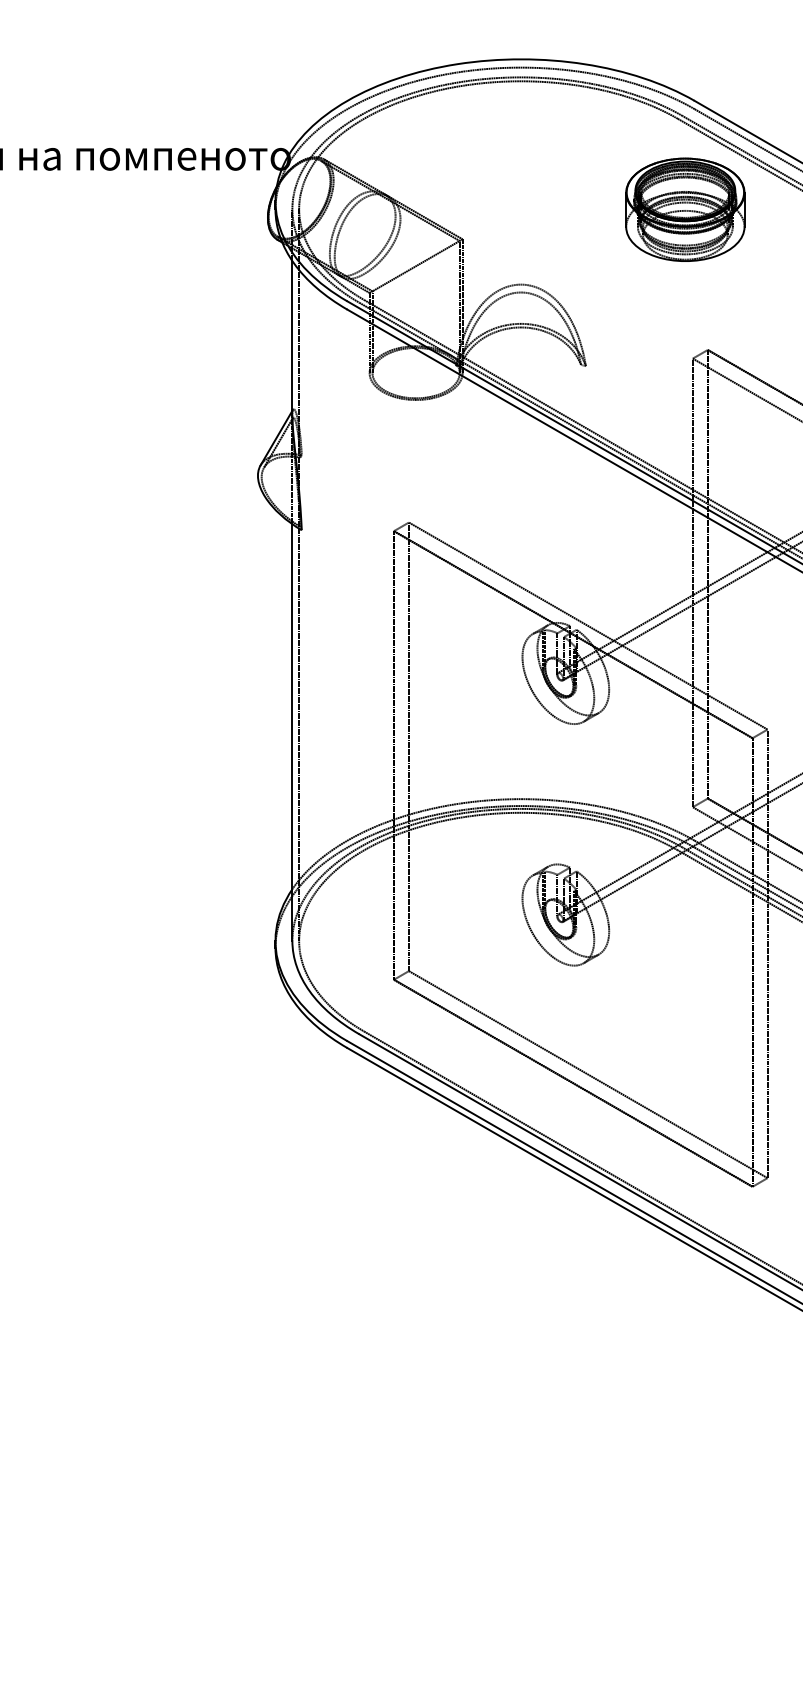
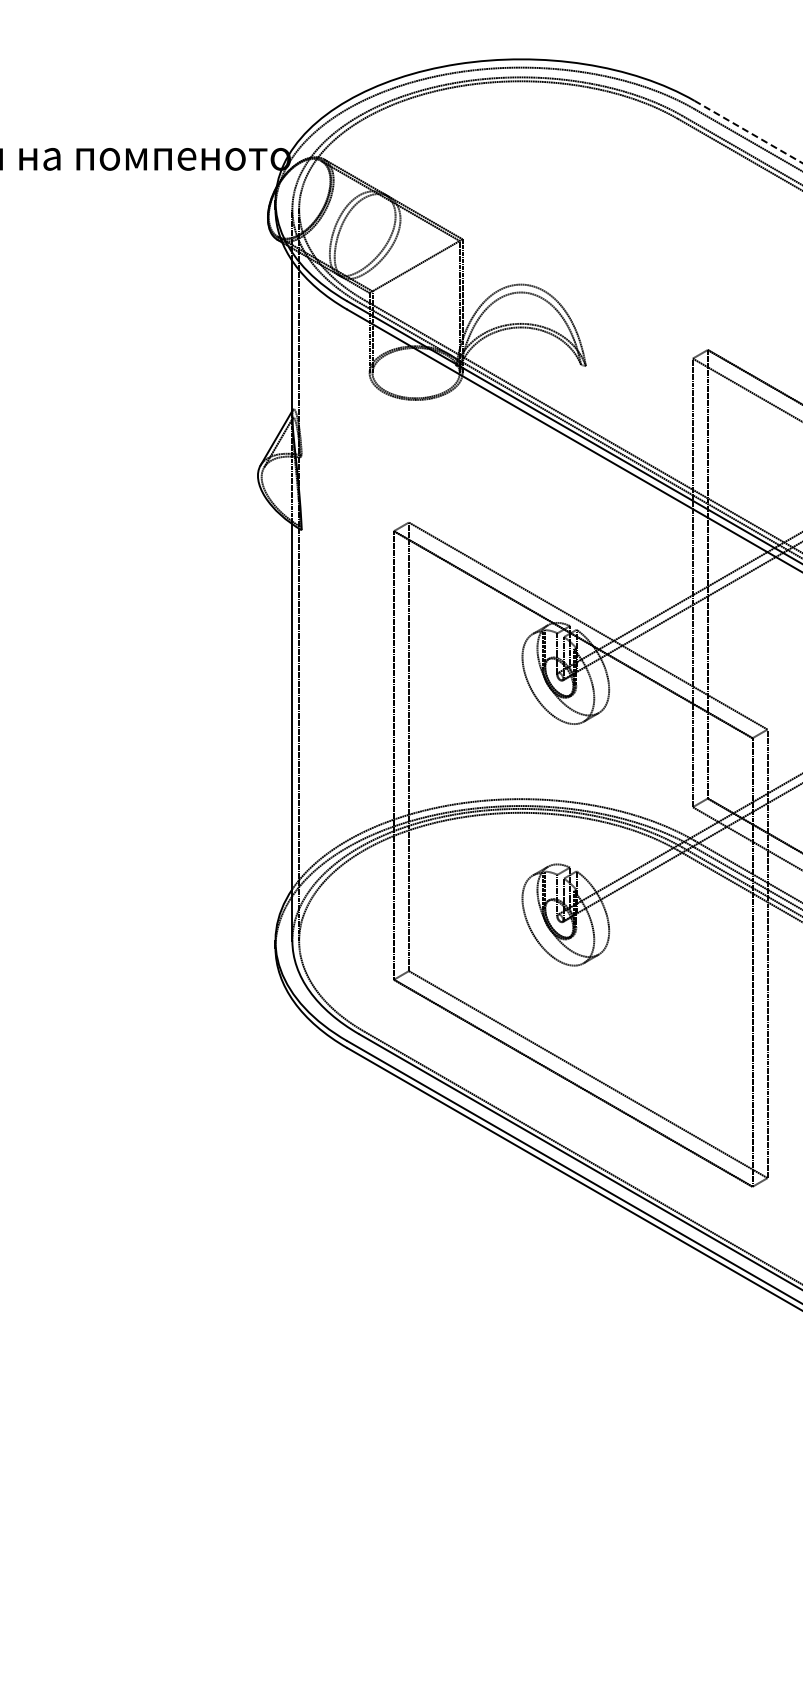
line at (749, 132): solid -> dashed
part at (685, 209): present -> none
